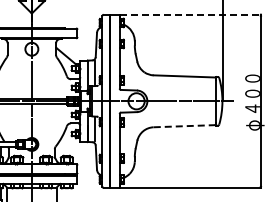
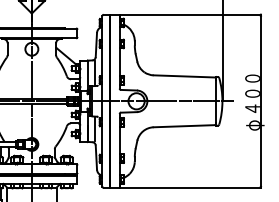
line at (190, 14): dashed -> solid
line at (184, 126): dashed -> solid
